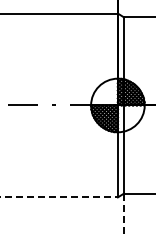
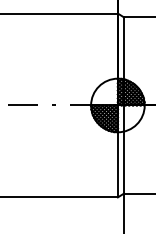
line at (59, 197): dashed -> solid
line at (124, 213): dashed -> solid
